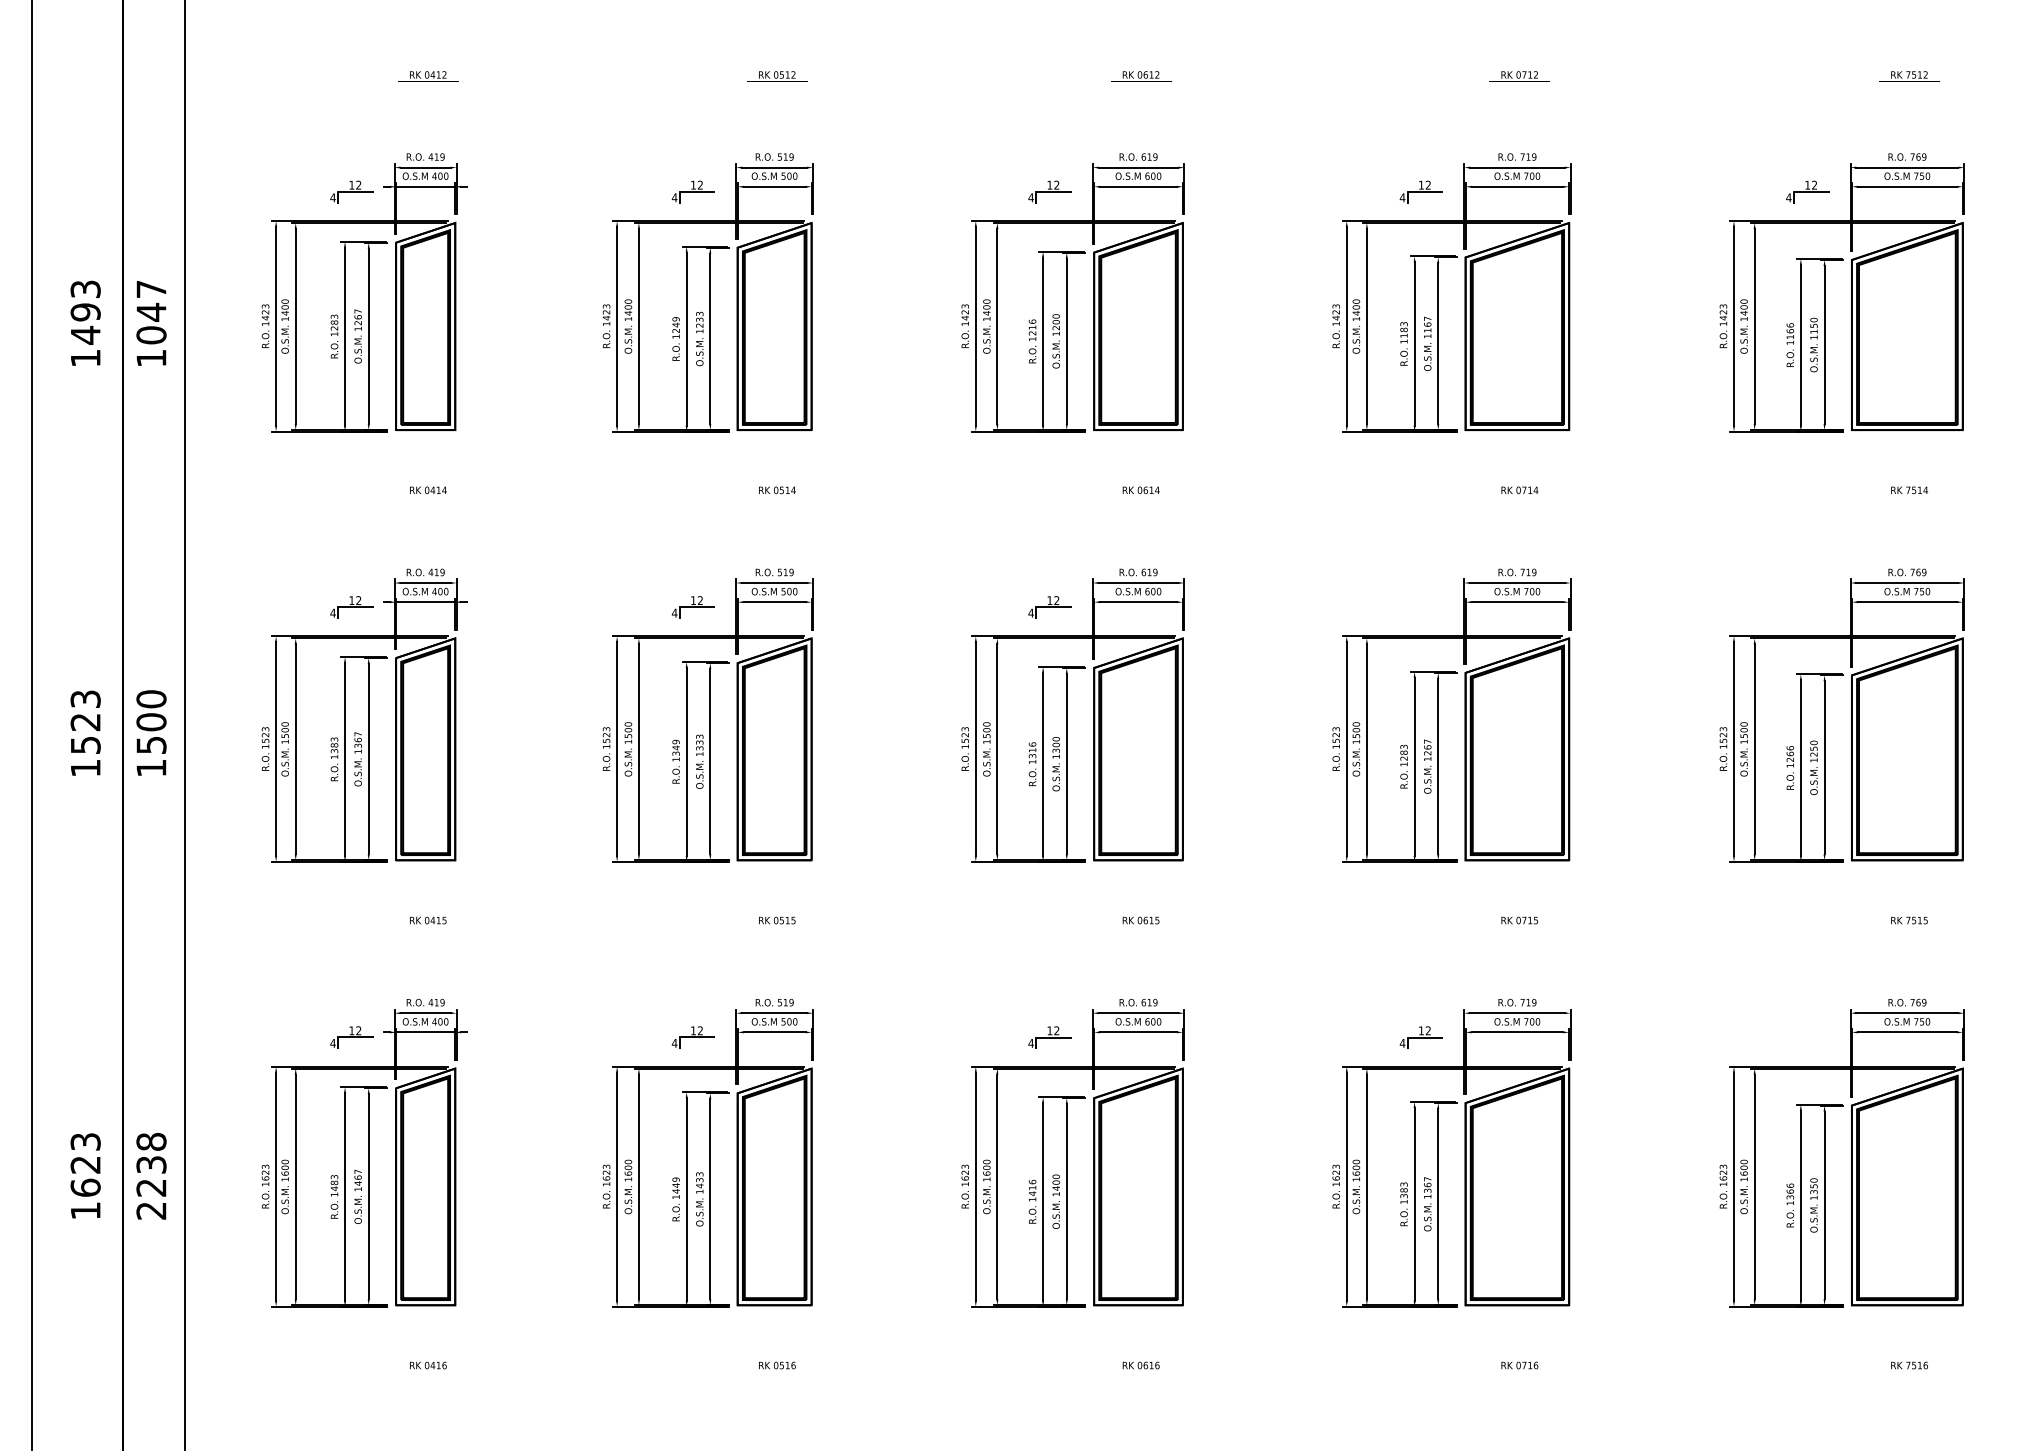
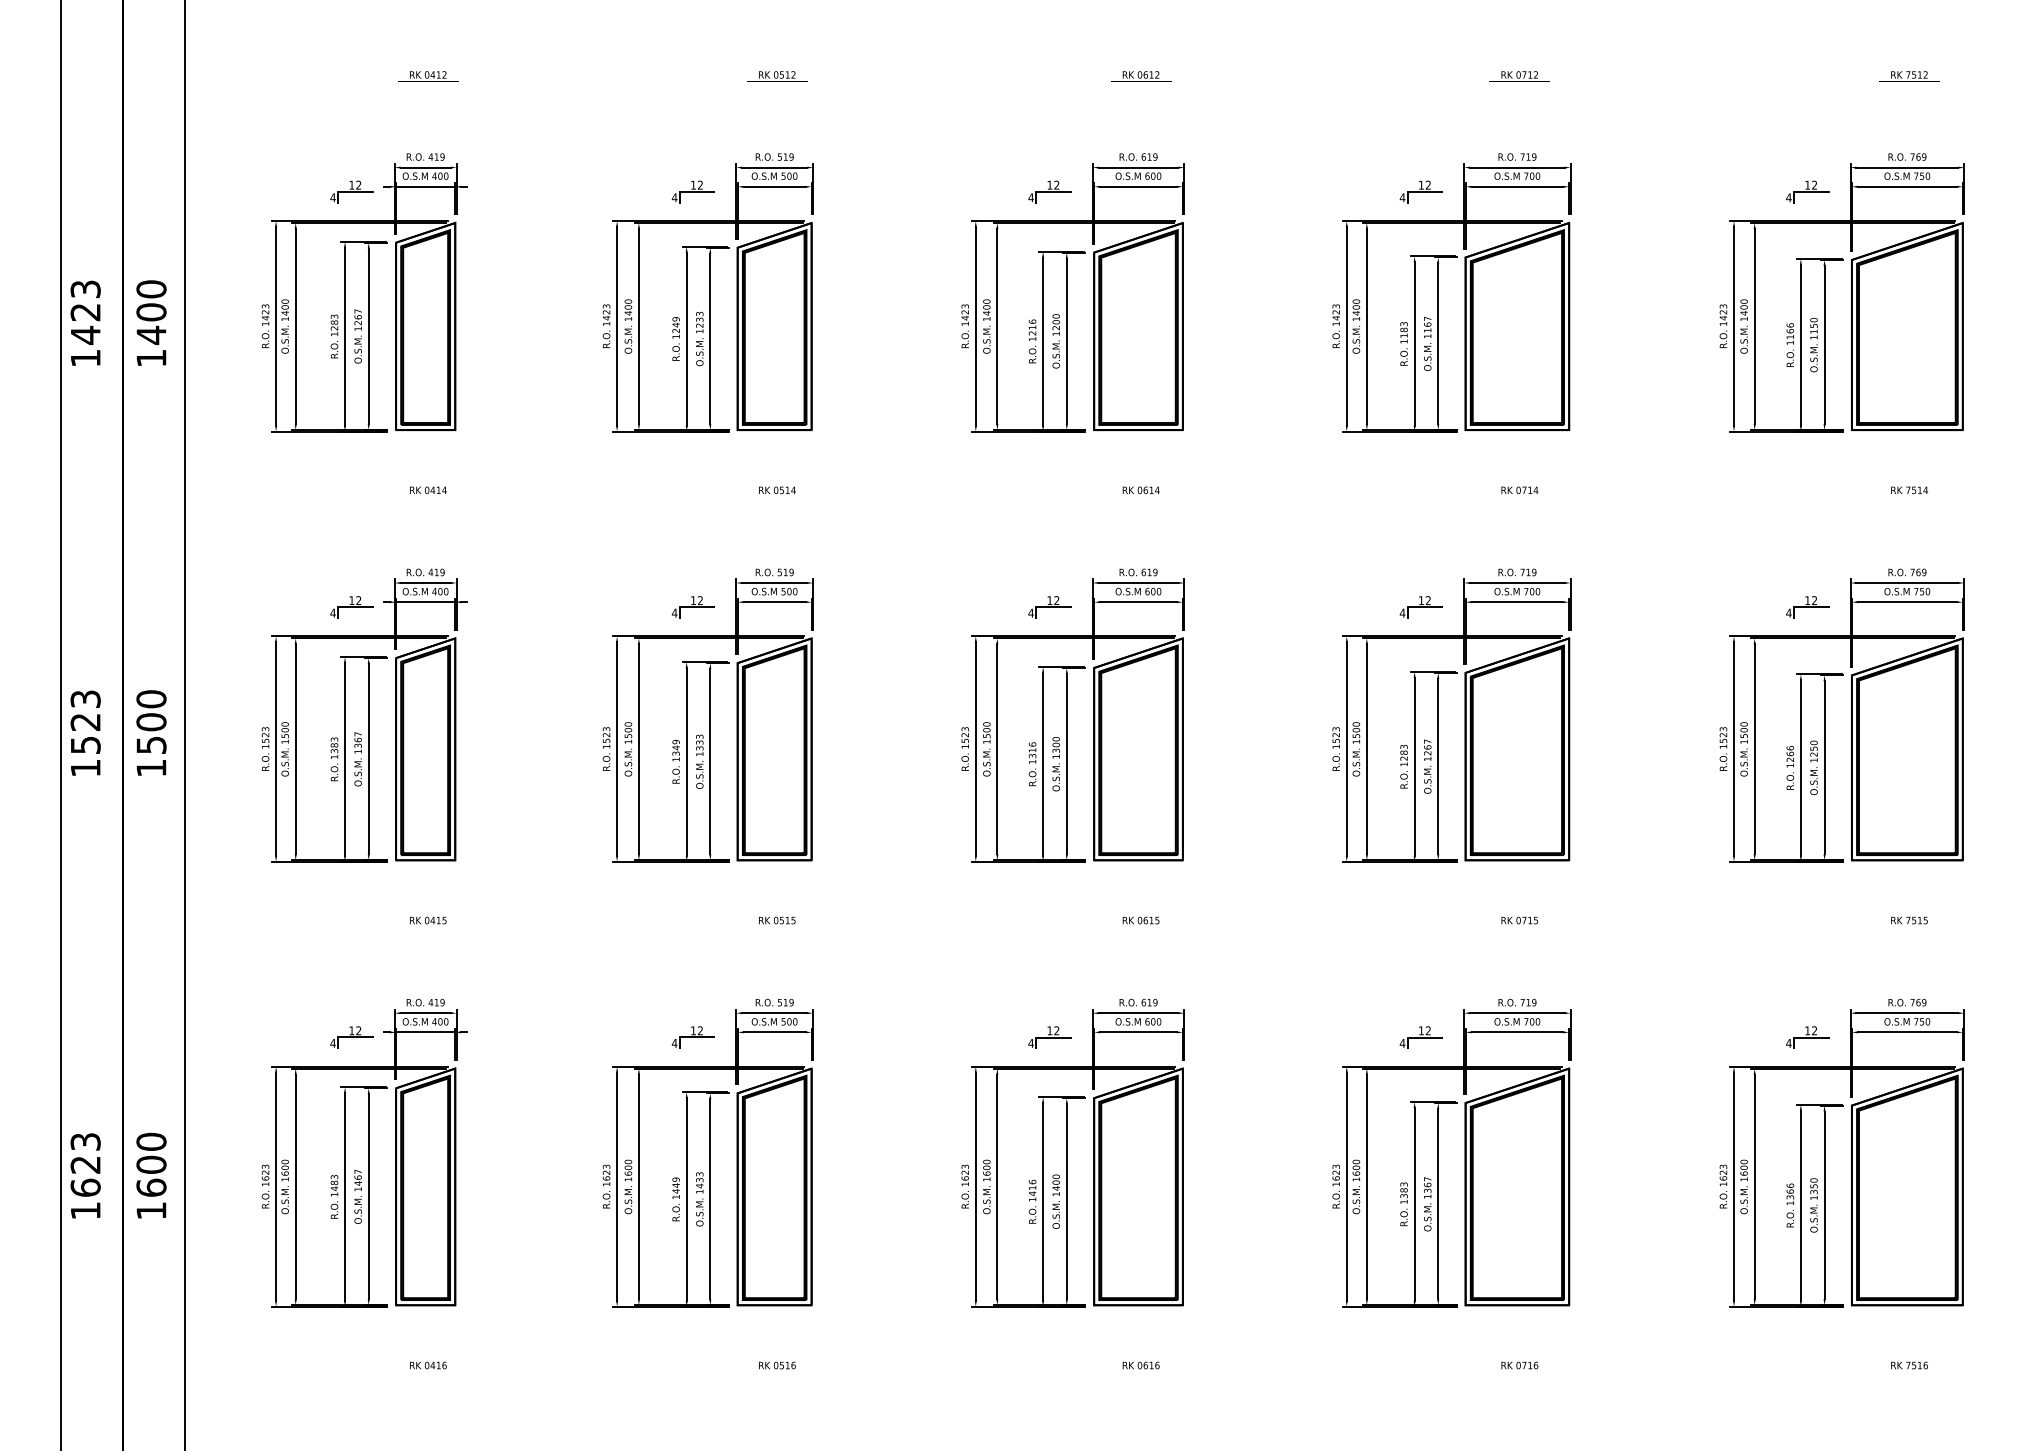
text at (85, 312): 1493 -> 1423
text at (151, 312): 1047 -> 1400
part at (1420, 607): none -> present
part at (1807, 607): none -> present
line at (31, 724) position: (31, 724) -> (60, 724)
part at (1807, 1037): none -> present
text at (151, 1175): 2238 -> 1600
